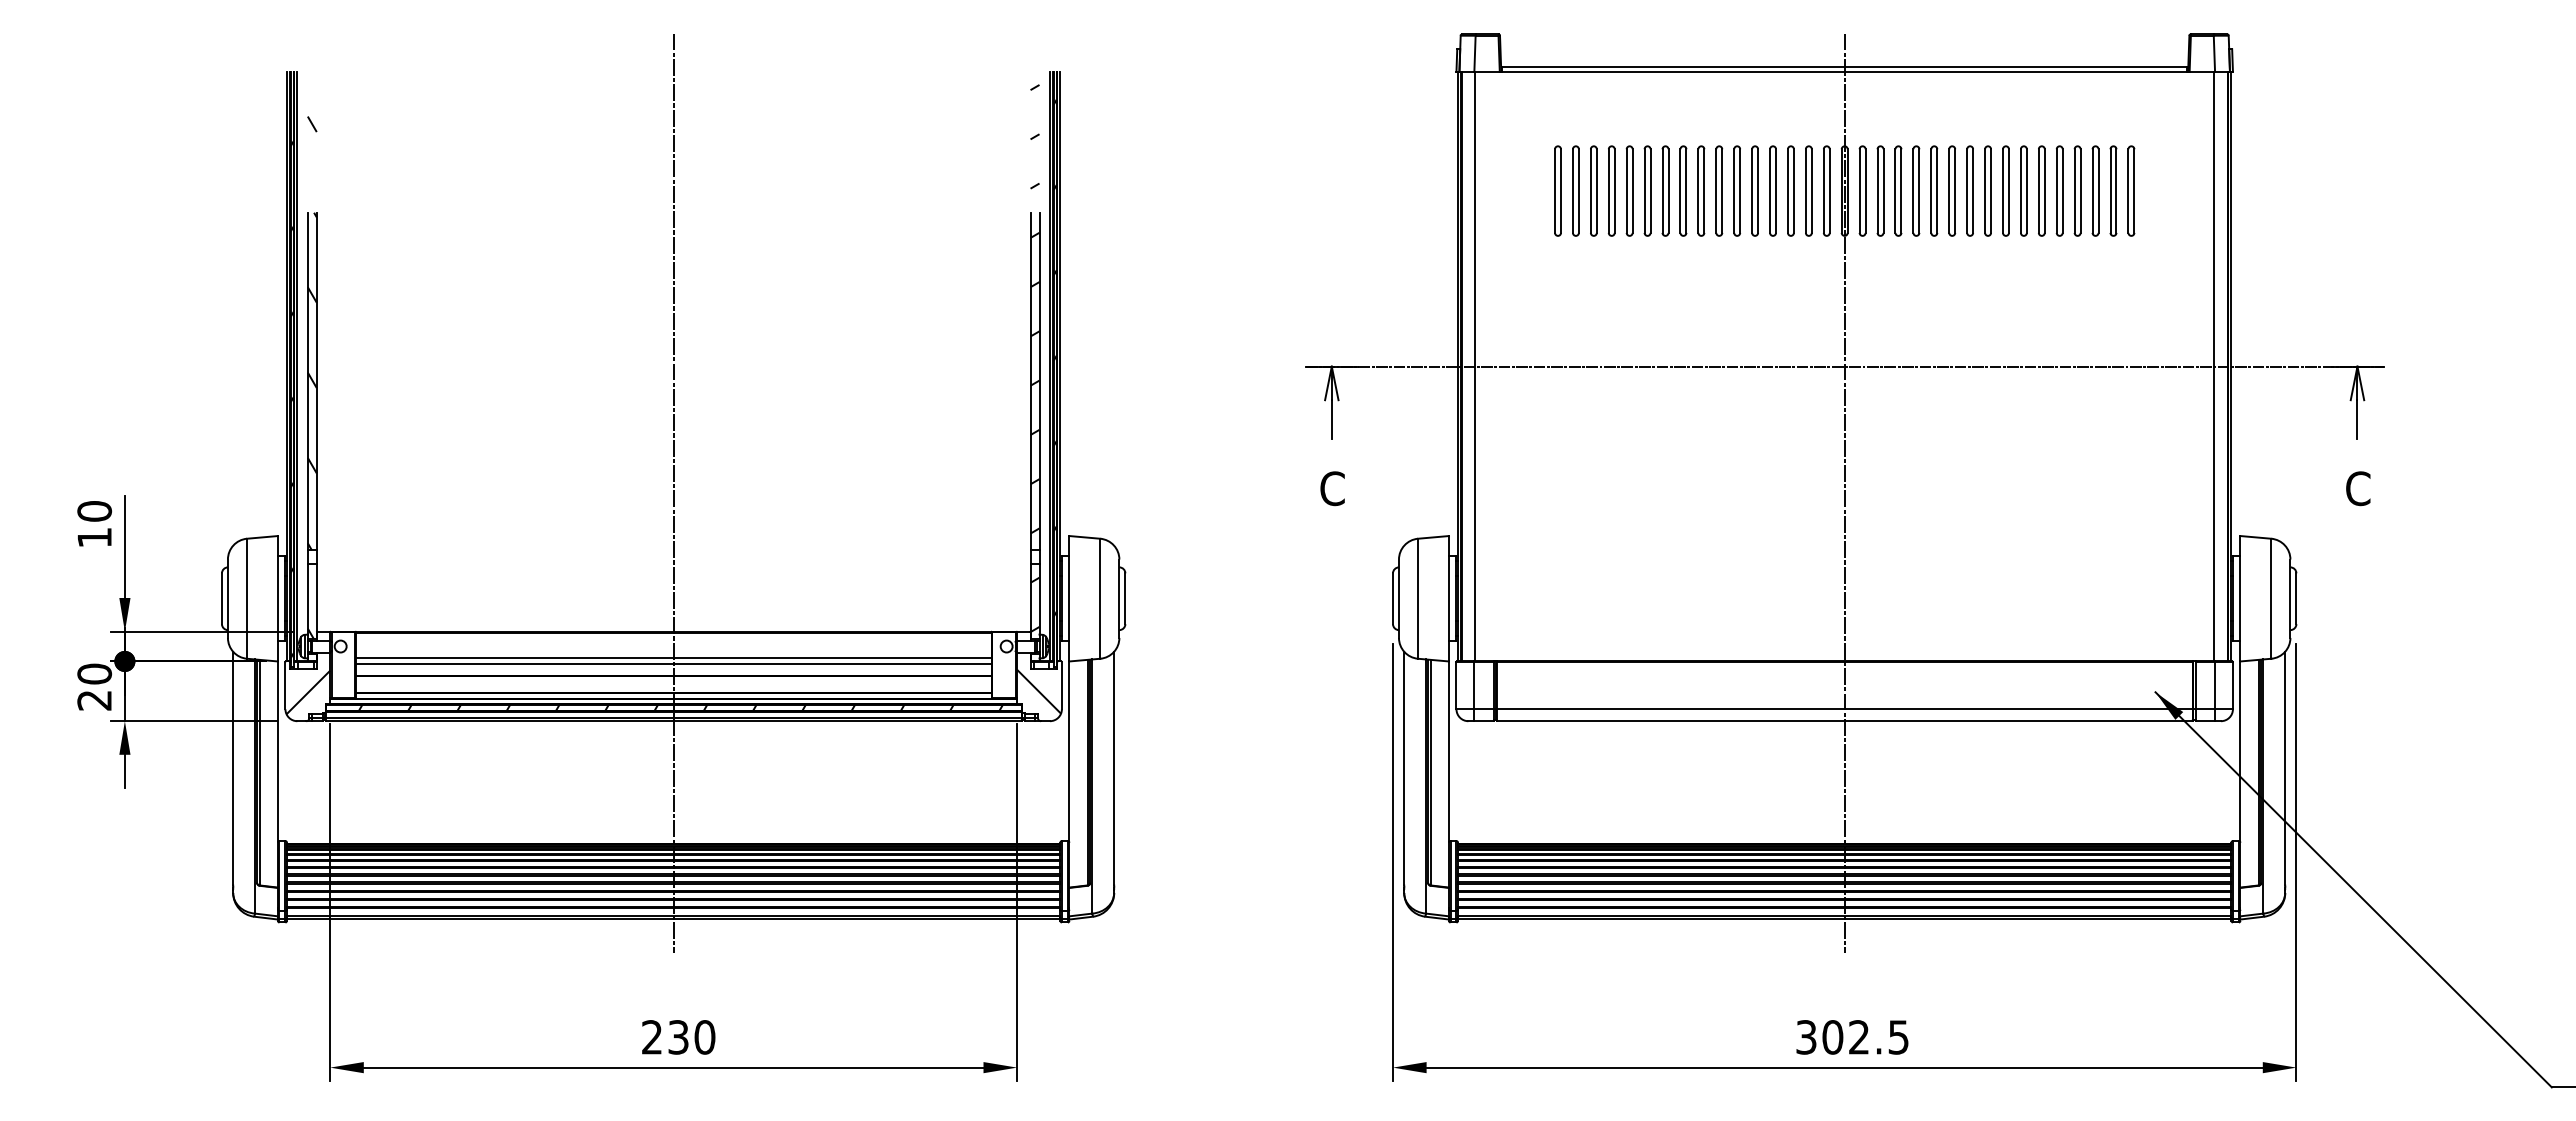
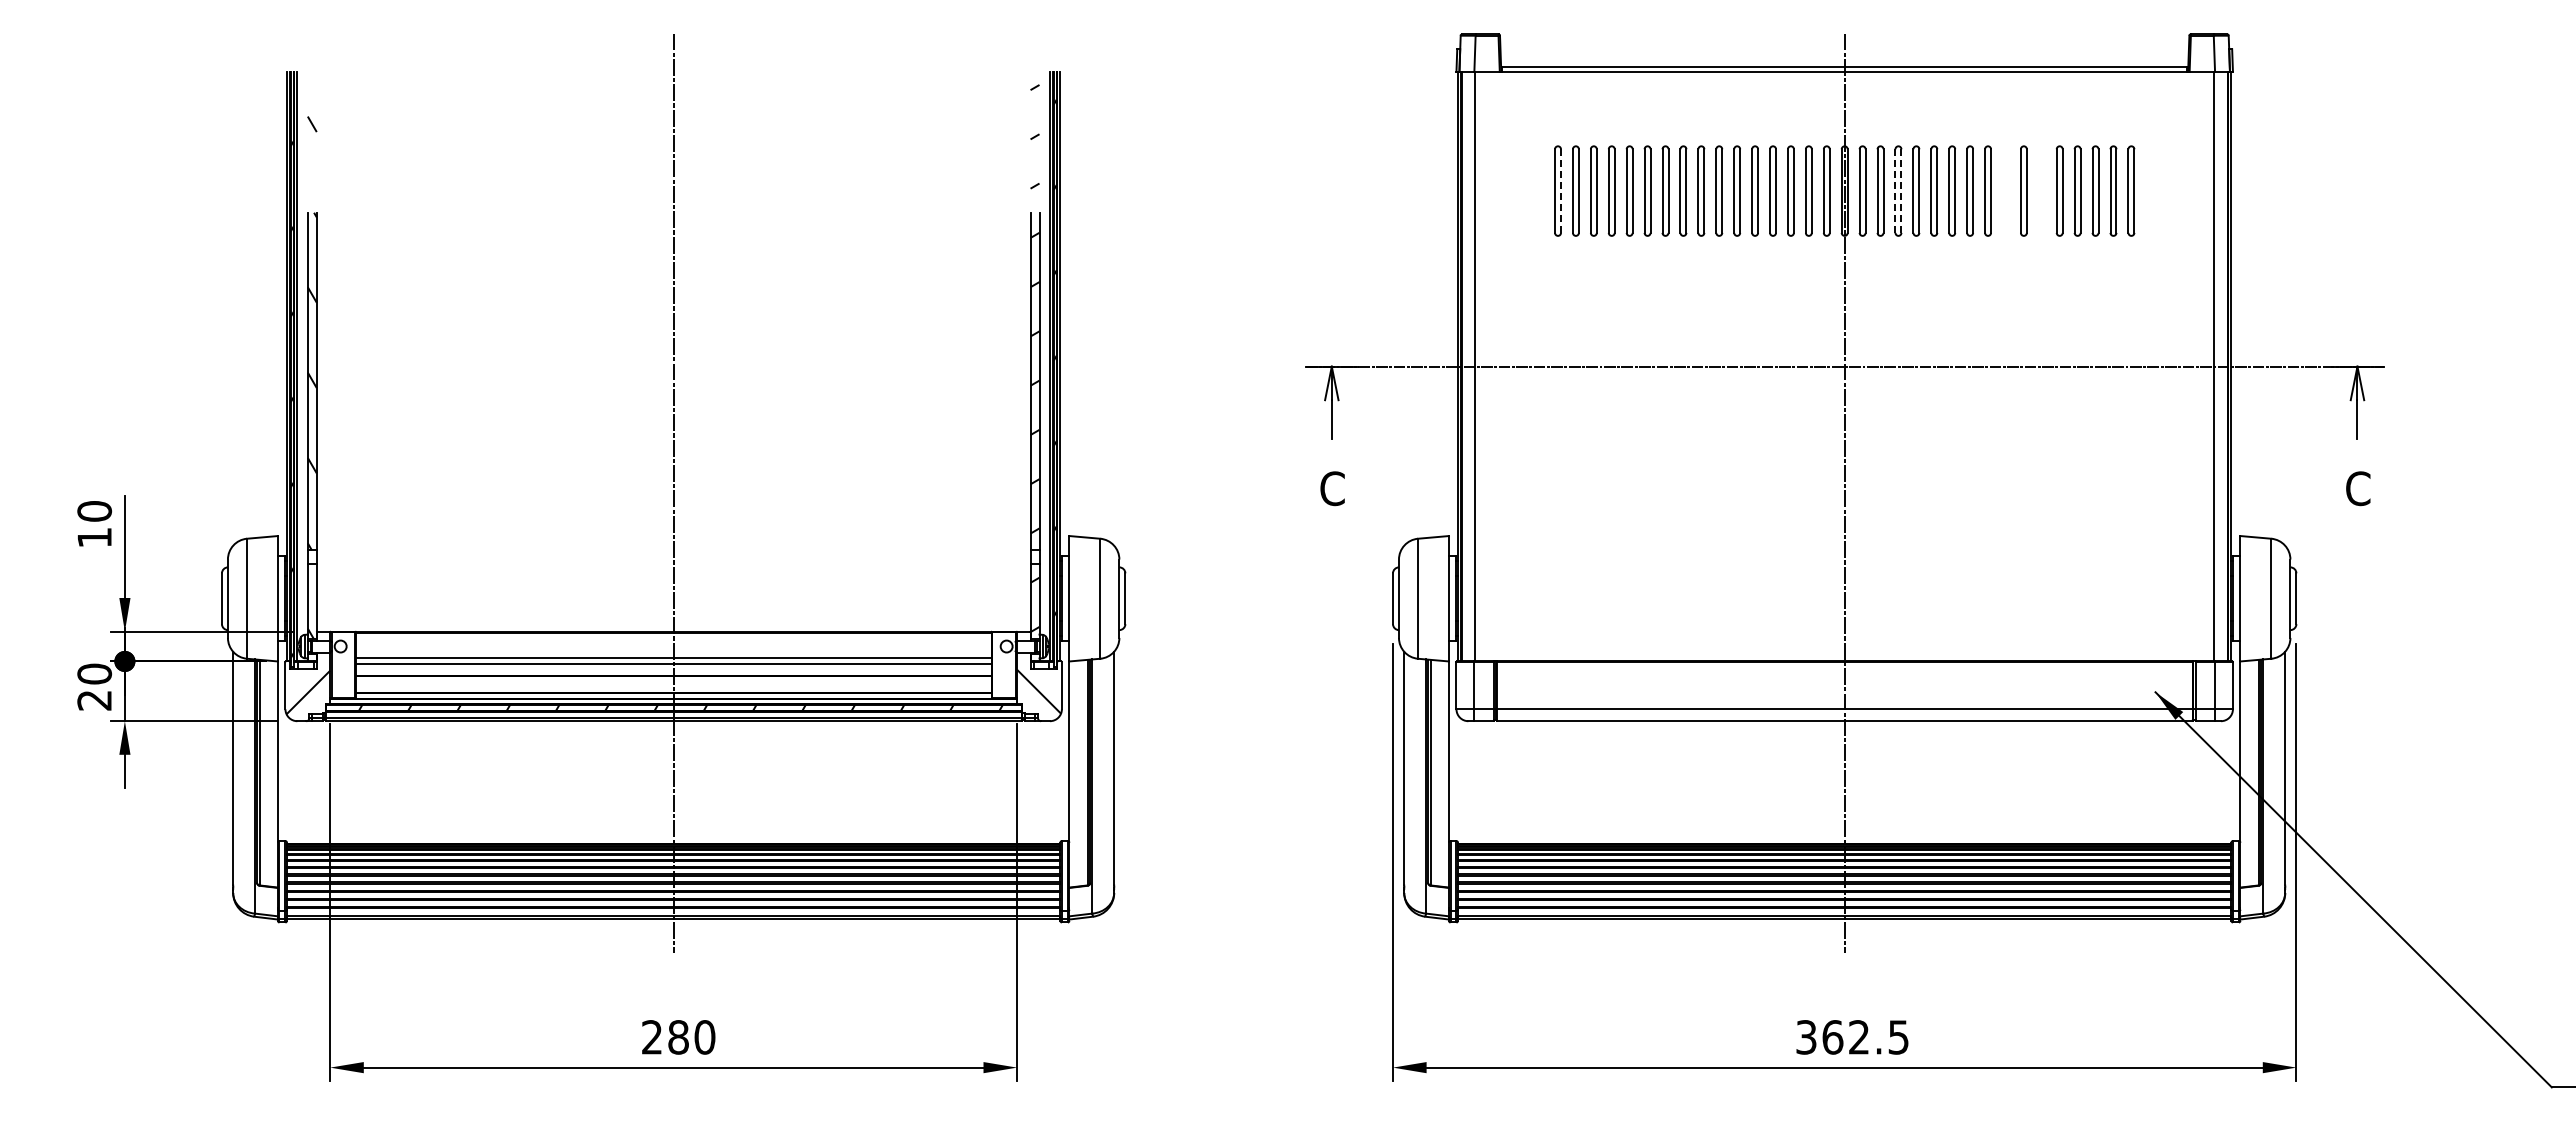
part at (2005, 190): present -> none
part at (2041, 190): present -> none
line at (1560, 191): solid -> dashed
line at (1895, 191): solid -> dashed
line at (1901, 191): solid -> dashed
text at (678, 1037): 230 -> 280
text at (1832, 1037): 302.5 -> 362.5
